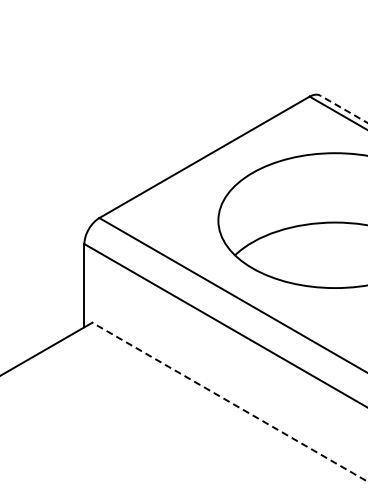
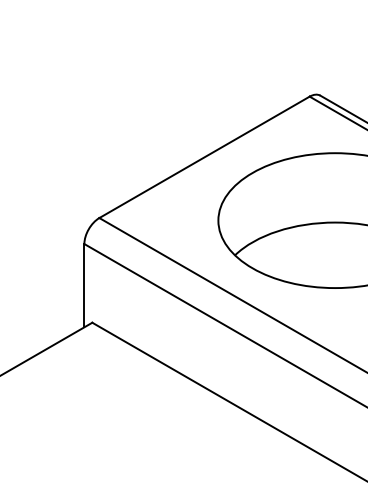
line at (343, 109): dashed -> solid
line at (230, 402): dashed -> solid
